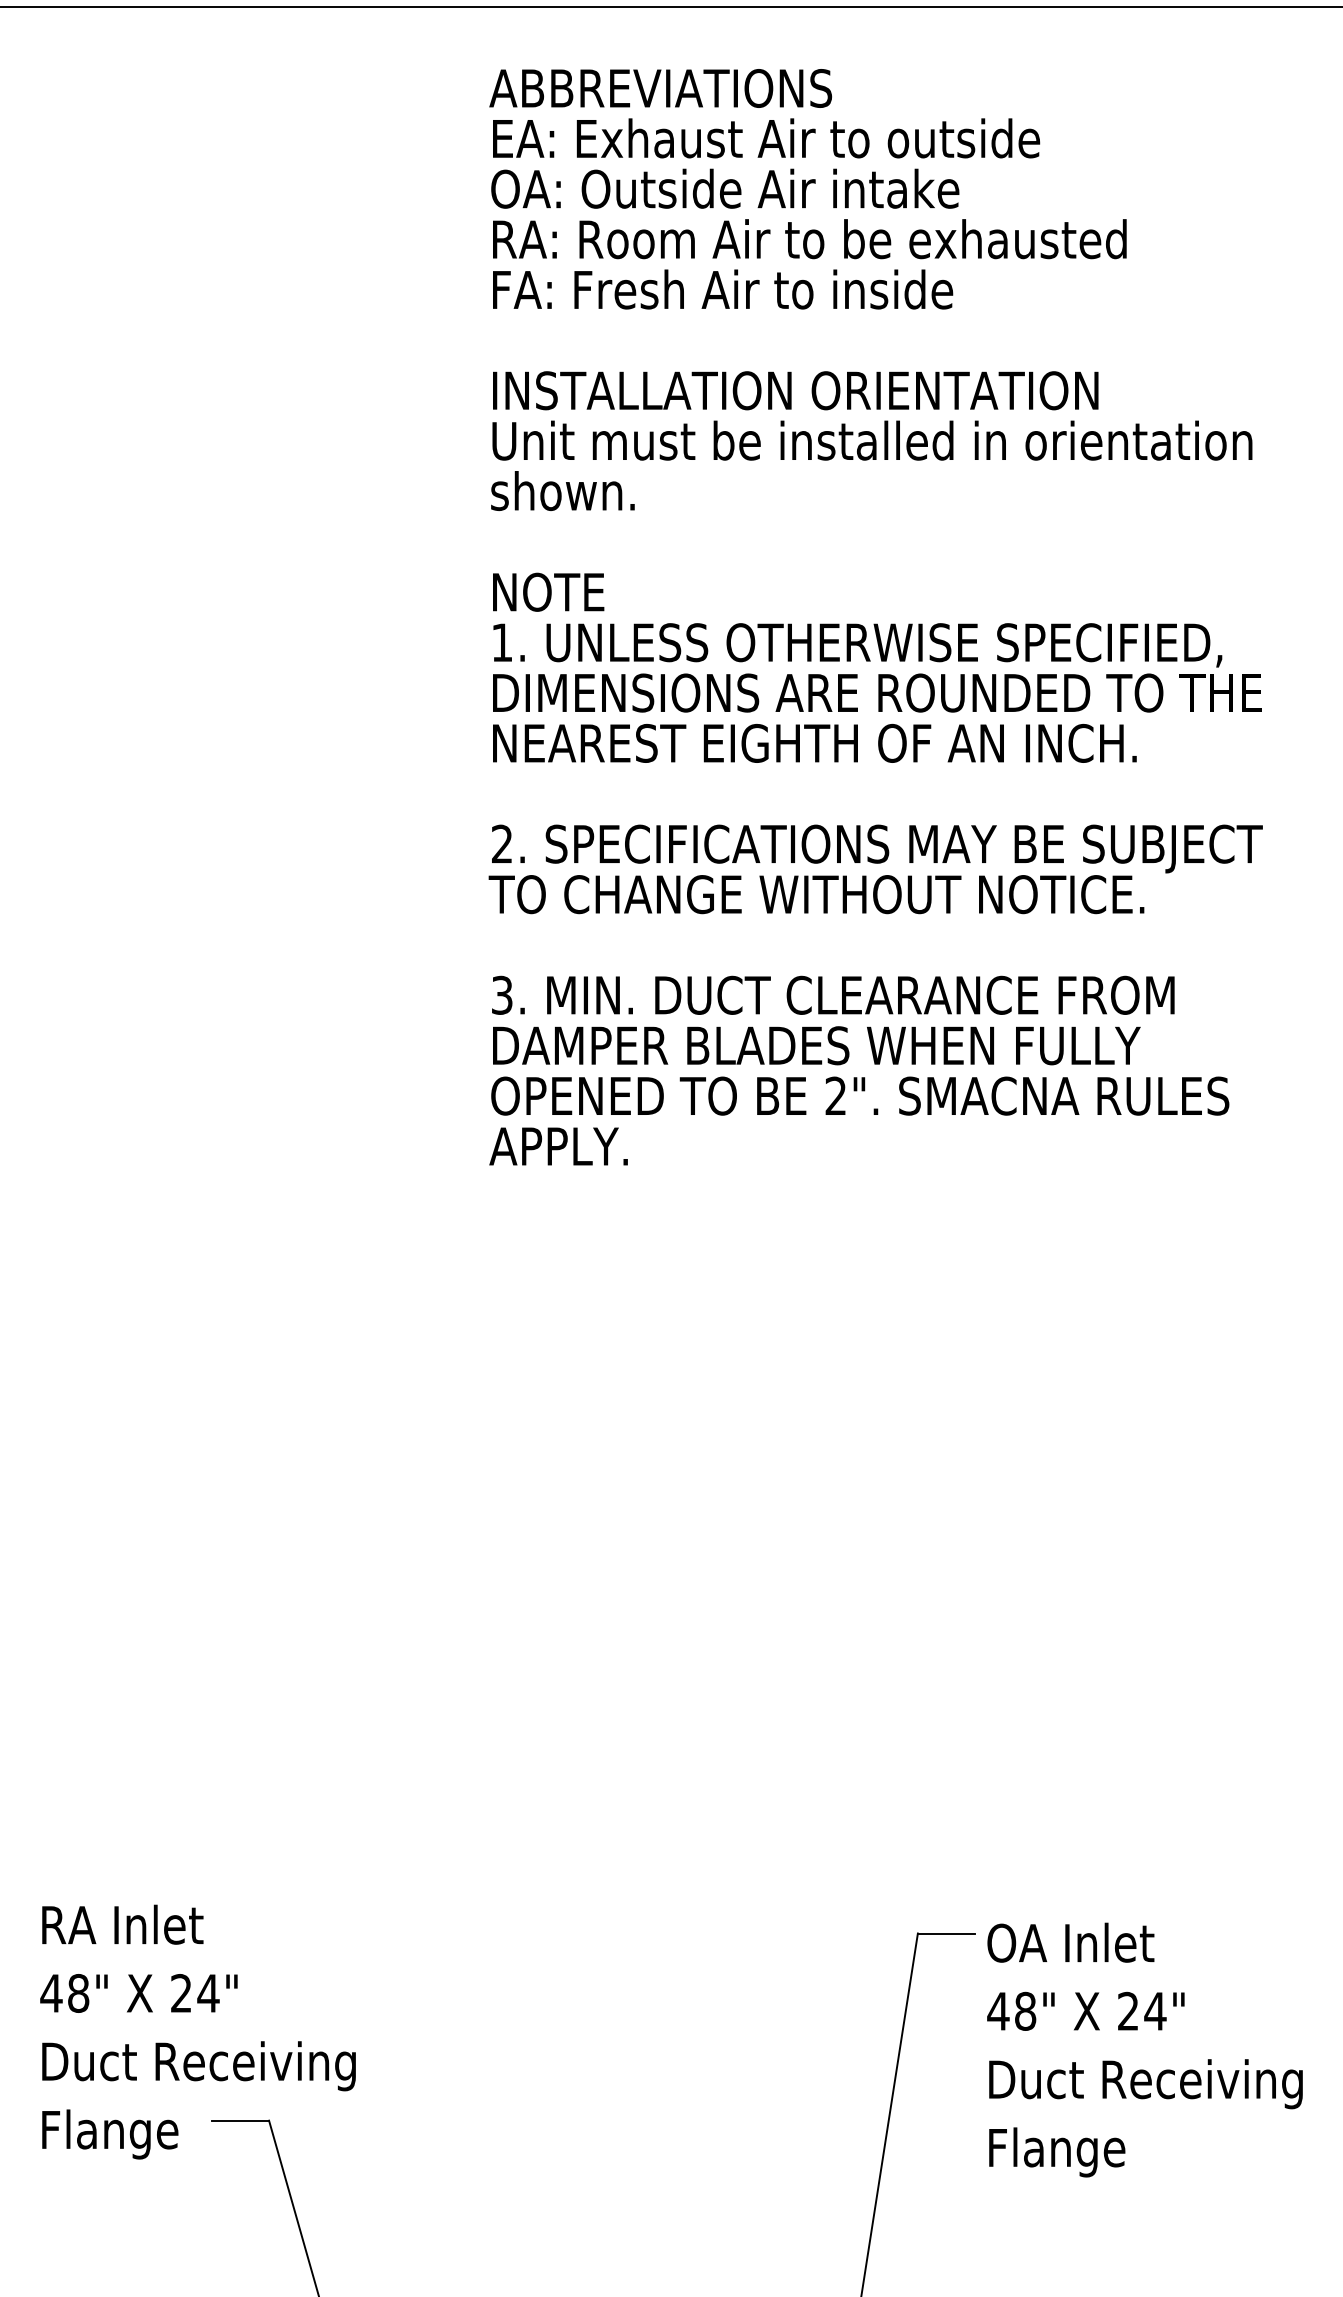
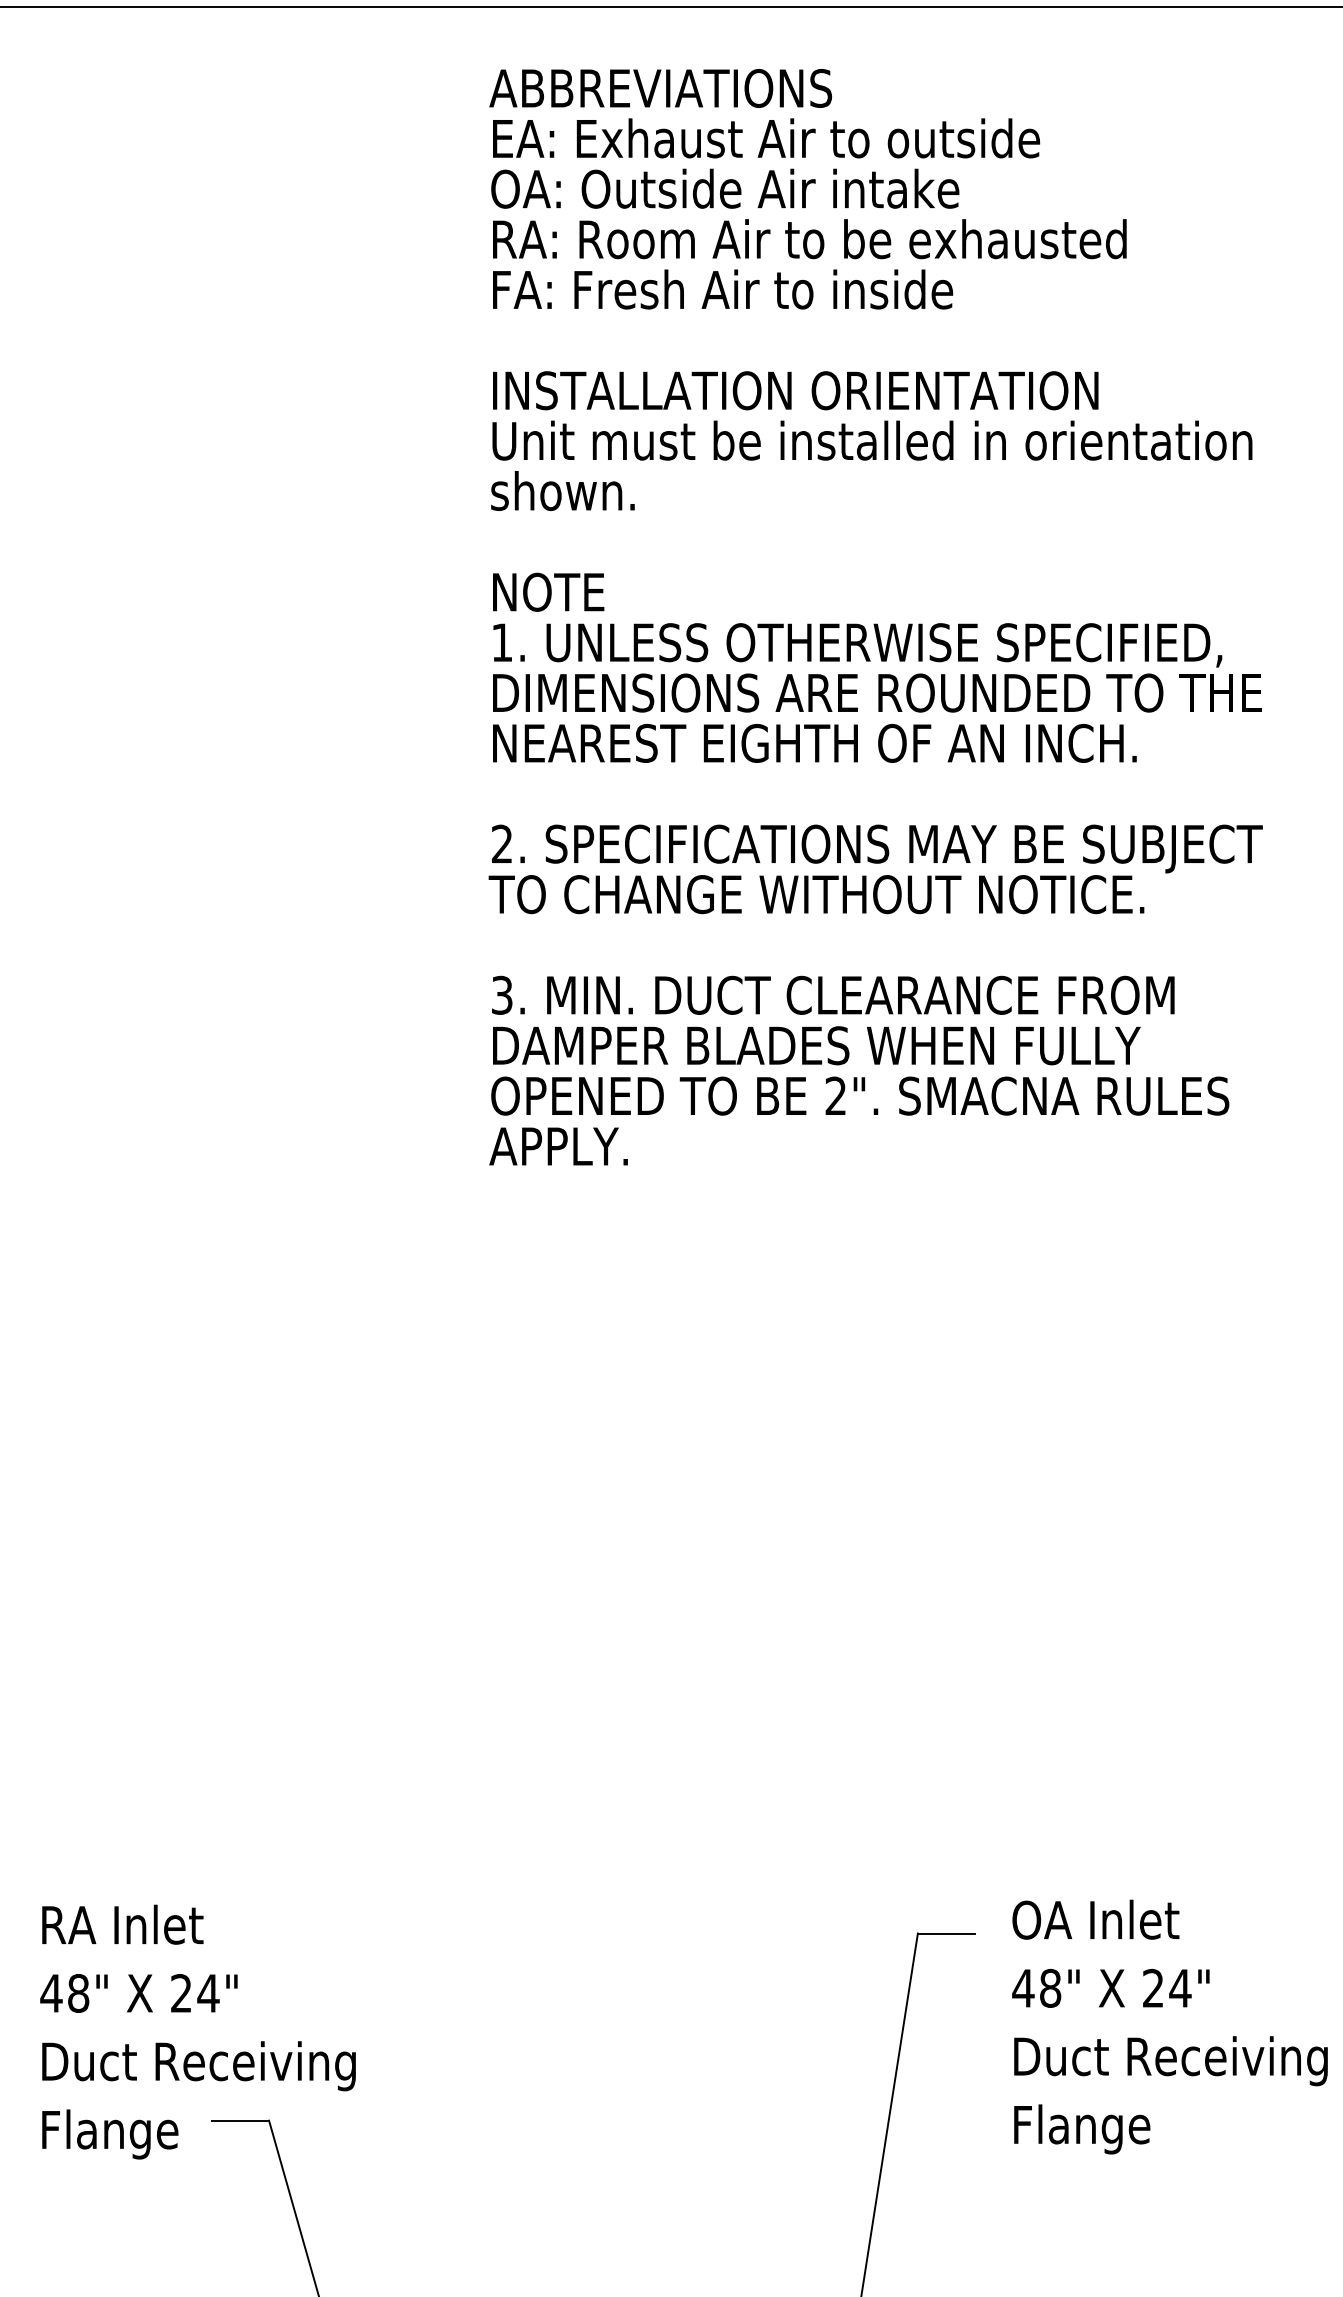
text at (1144, 2049) position: (1144, 2049) -> (1169, 2026)
